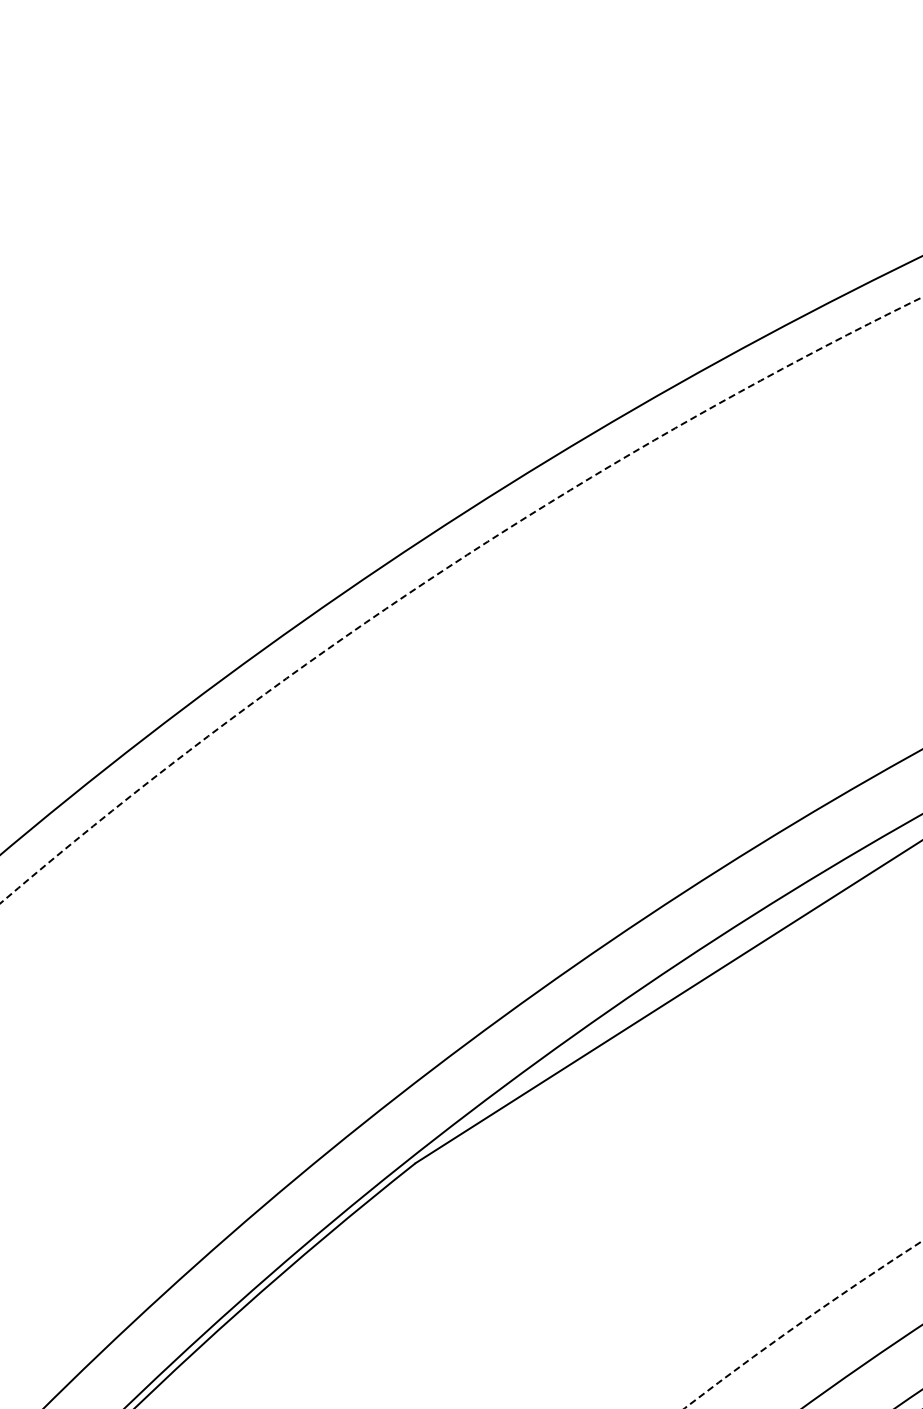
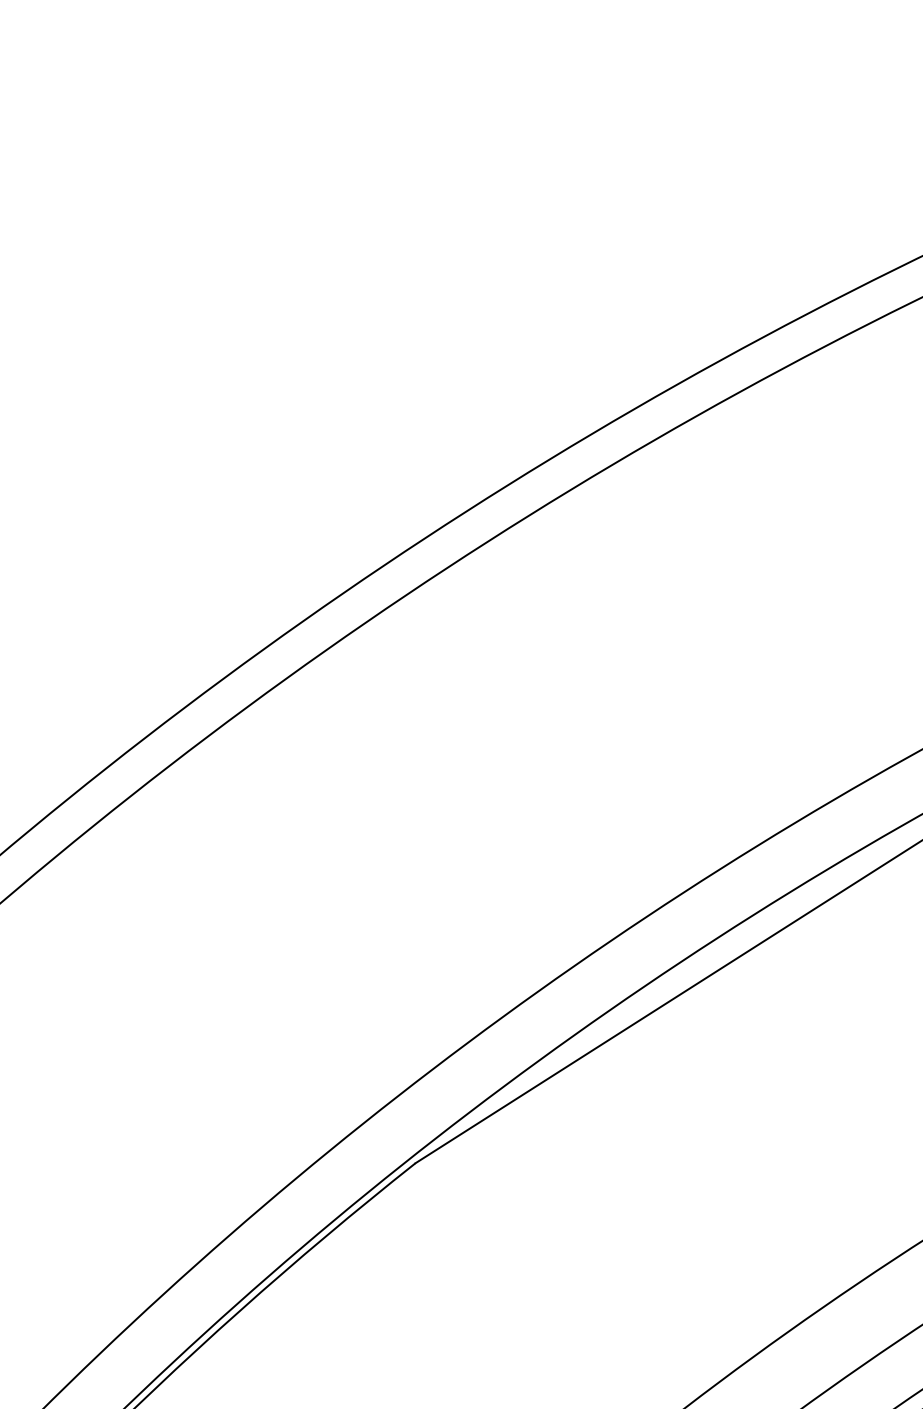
arc at (441, 571): dashed -> solid
circle at (802, 1324): dashed -> solid
